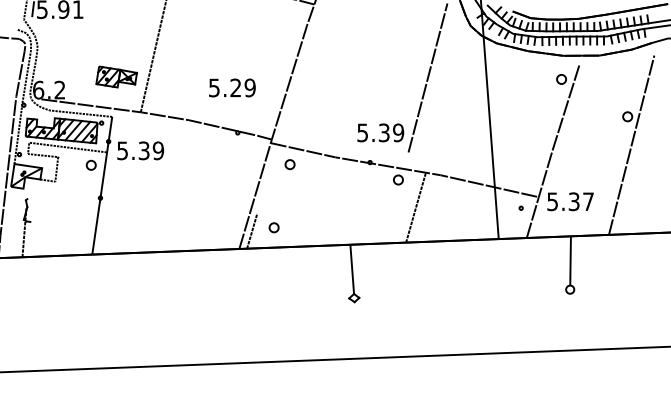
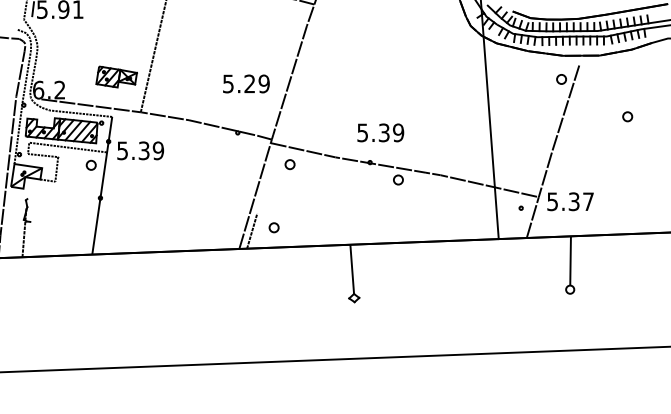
line at (427, 77): present -> none
text at (232, 87) position: (232, 87) -> (246, 83)
line at (631, 144): present -> none
line at (415, 207): present -> none
